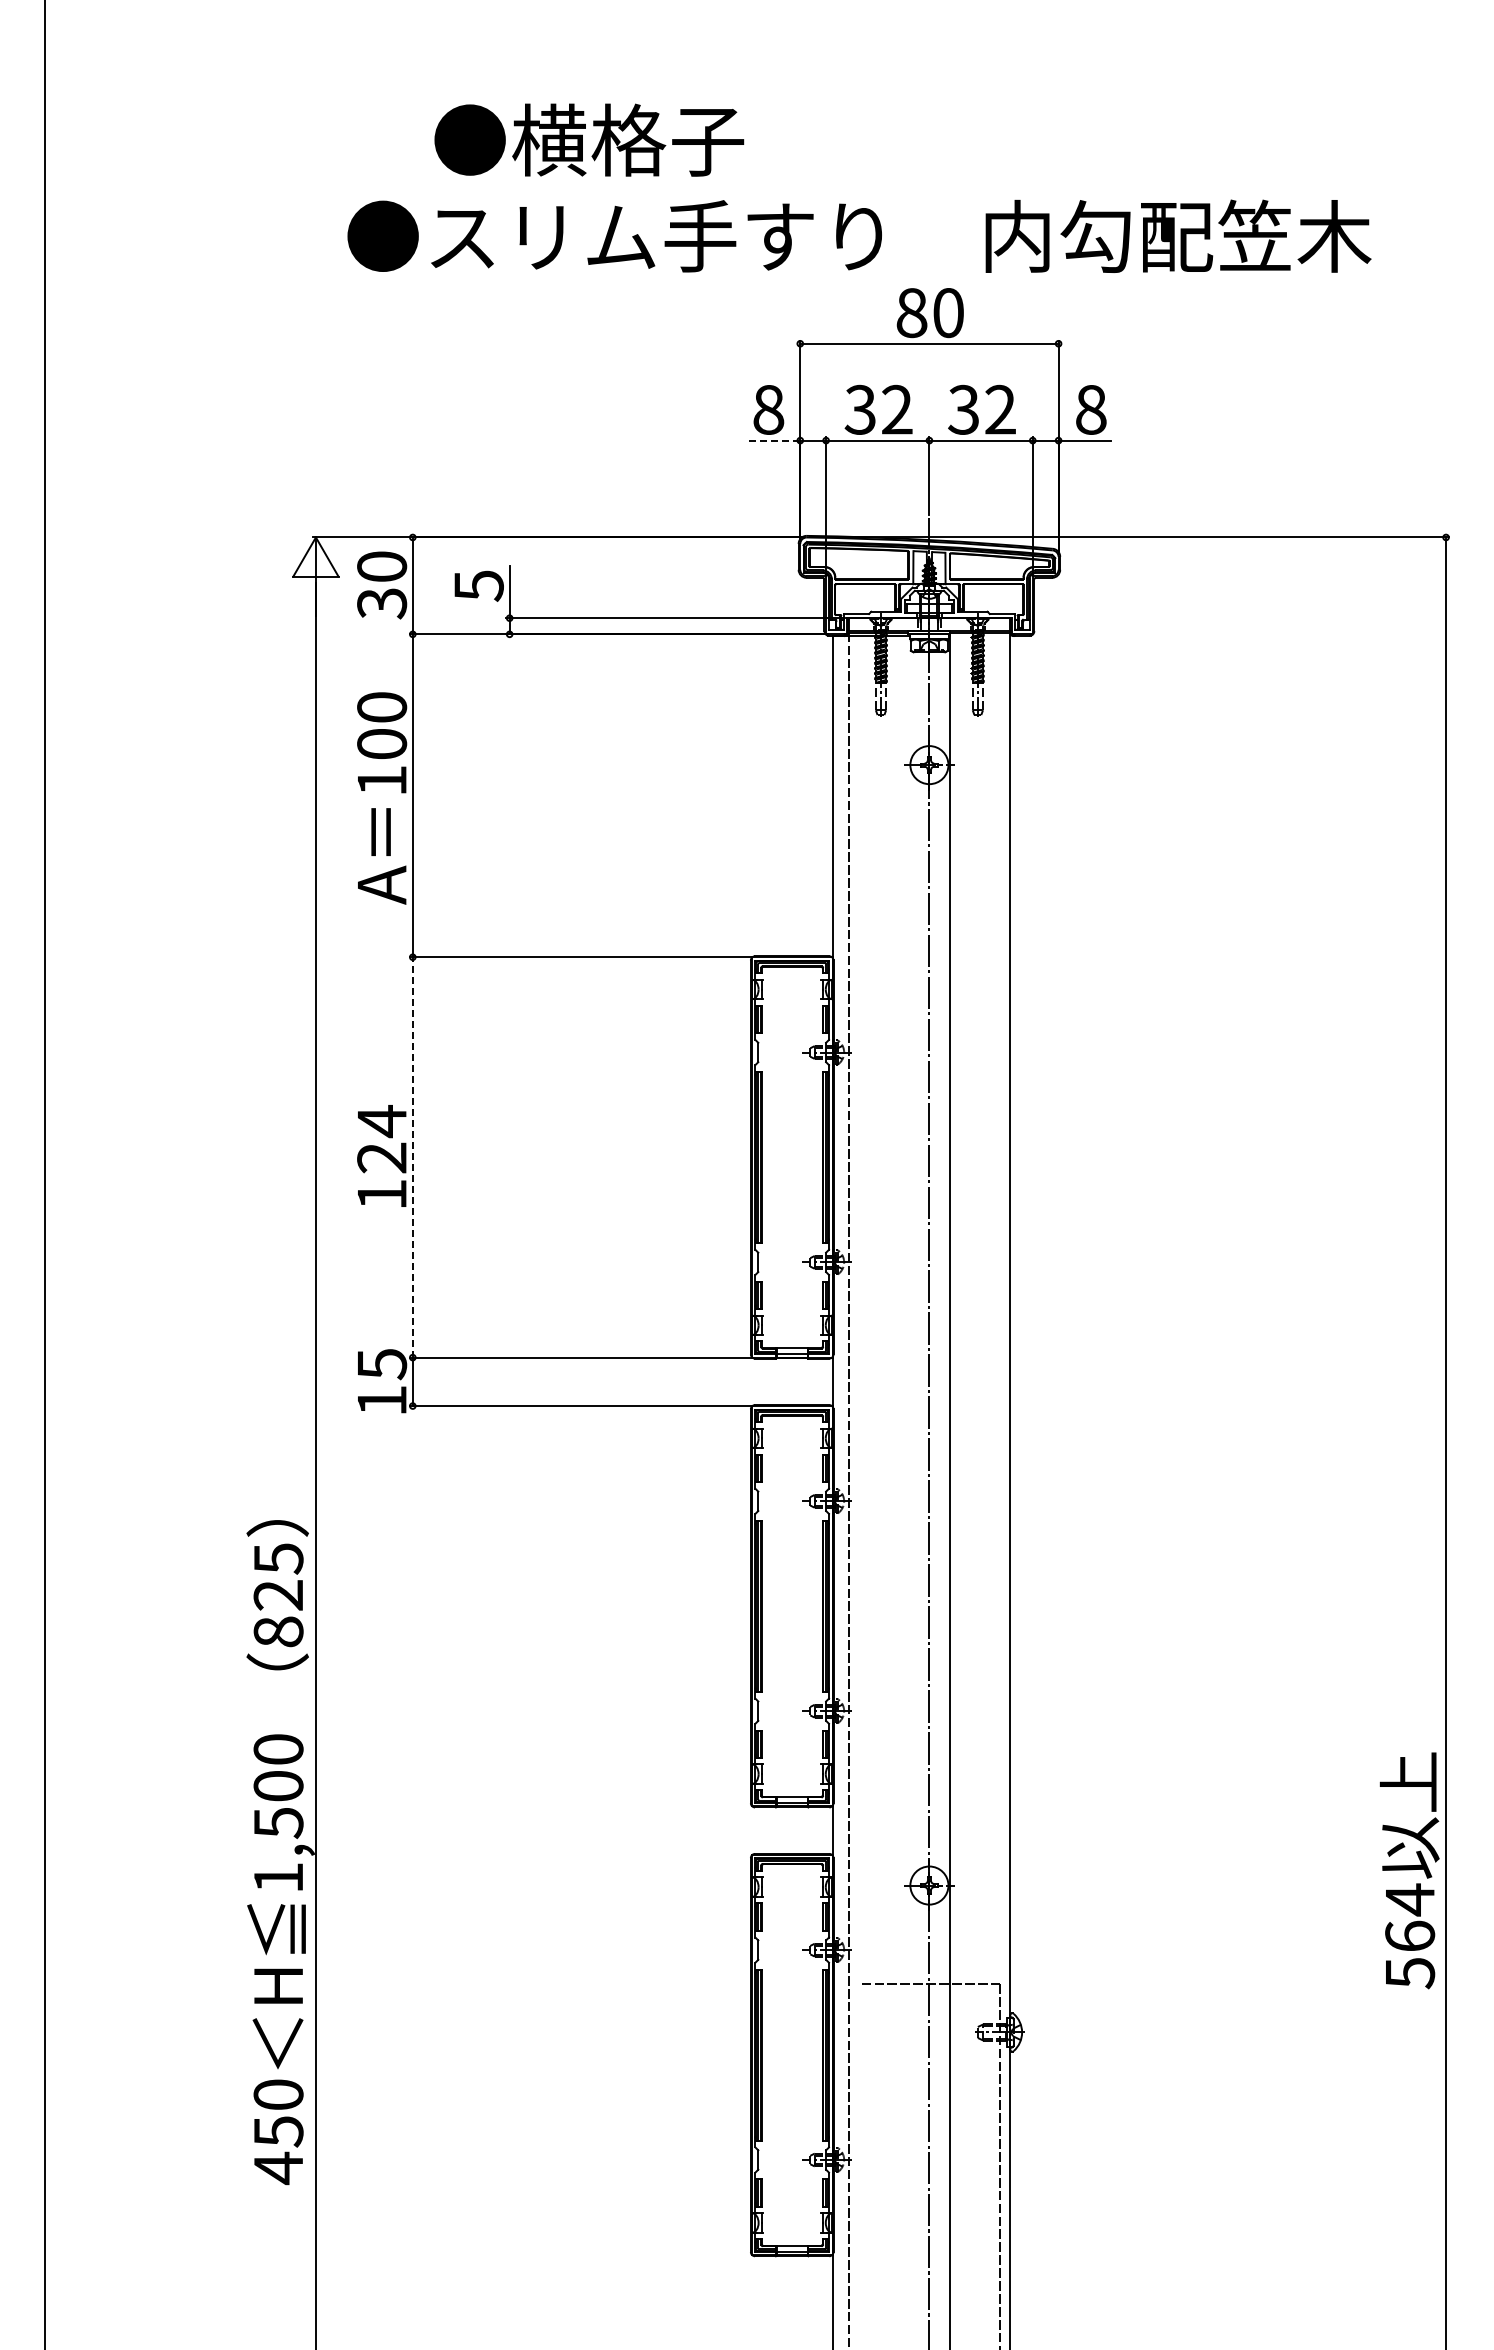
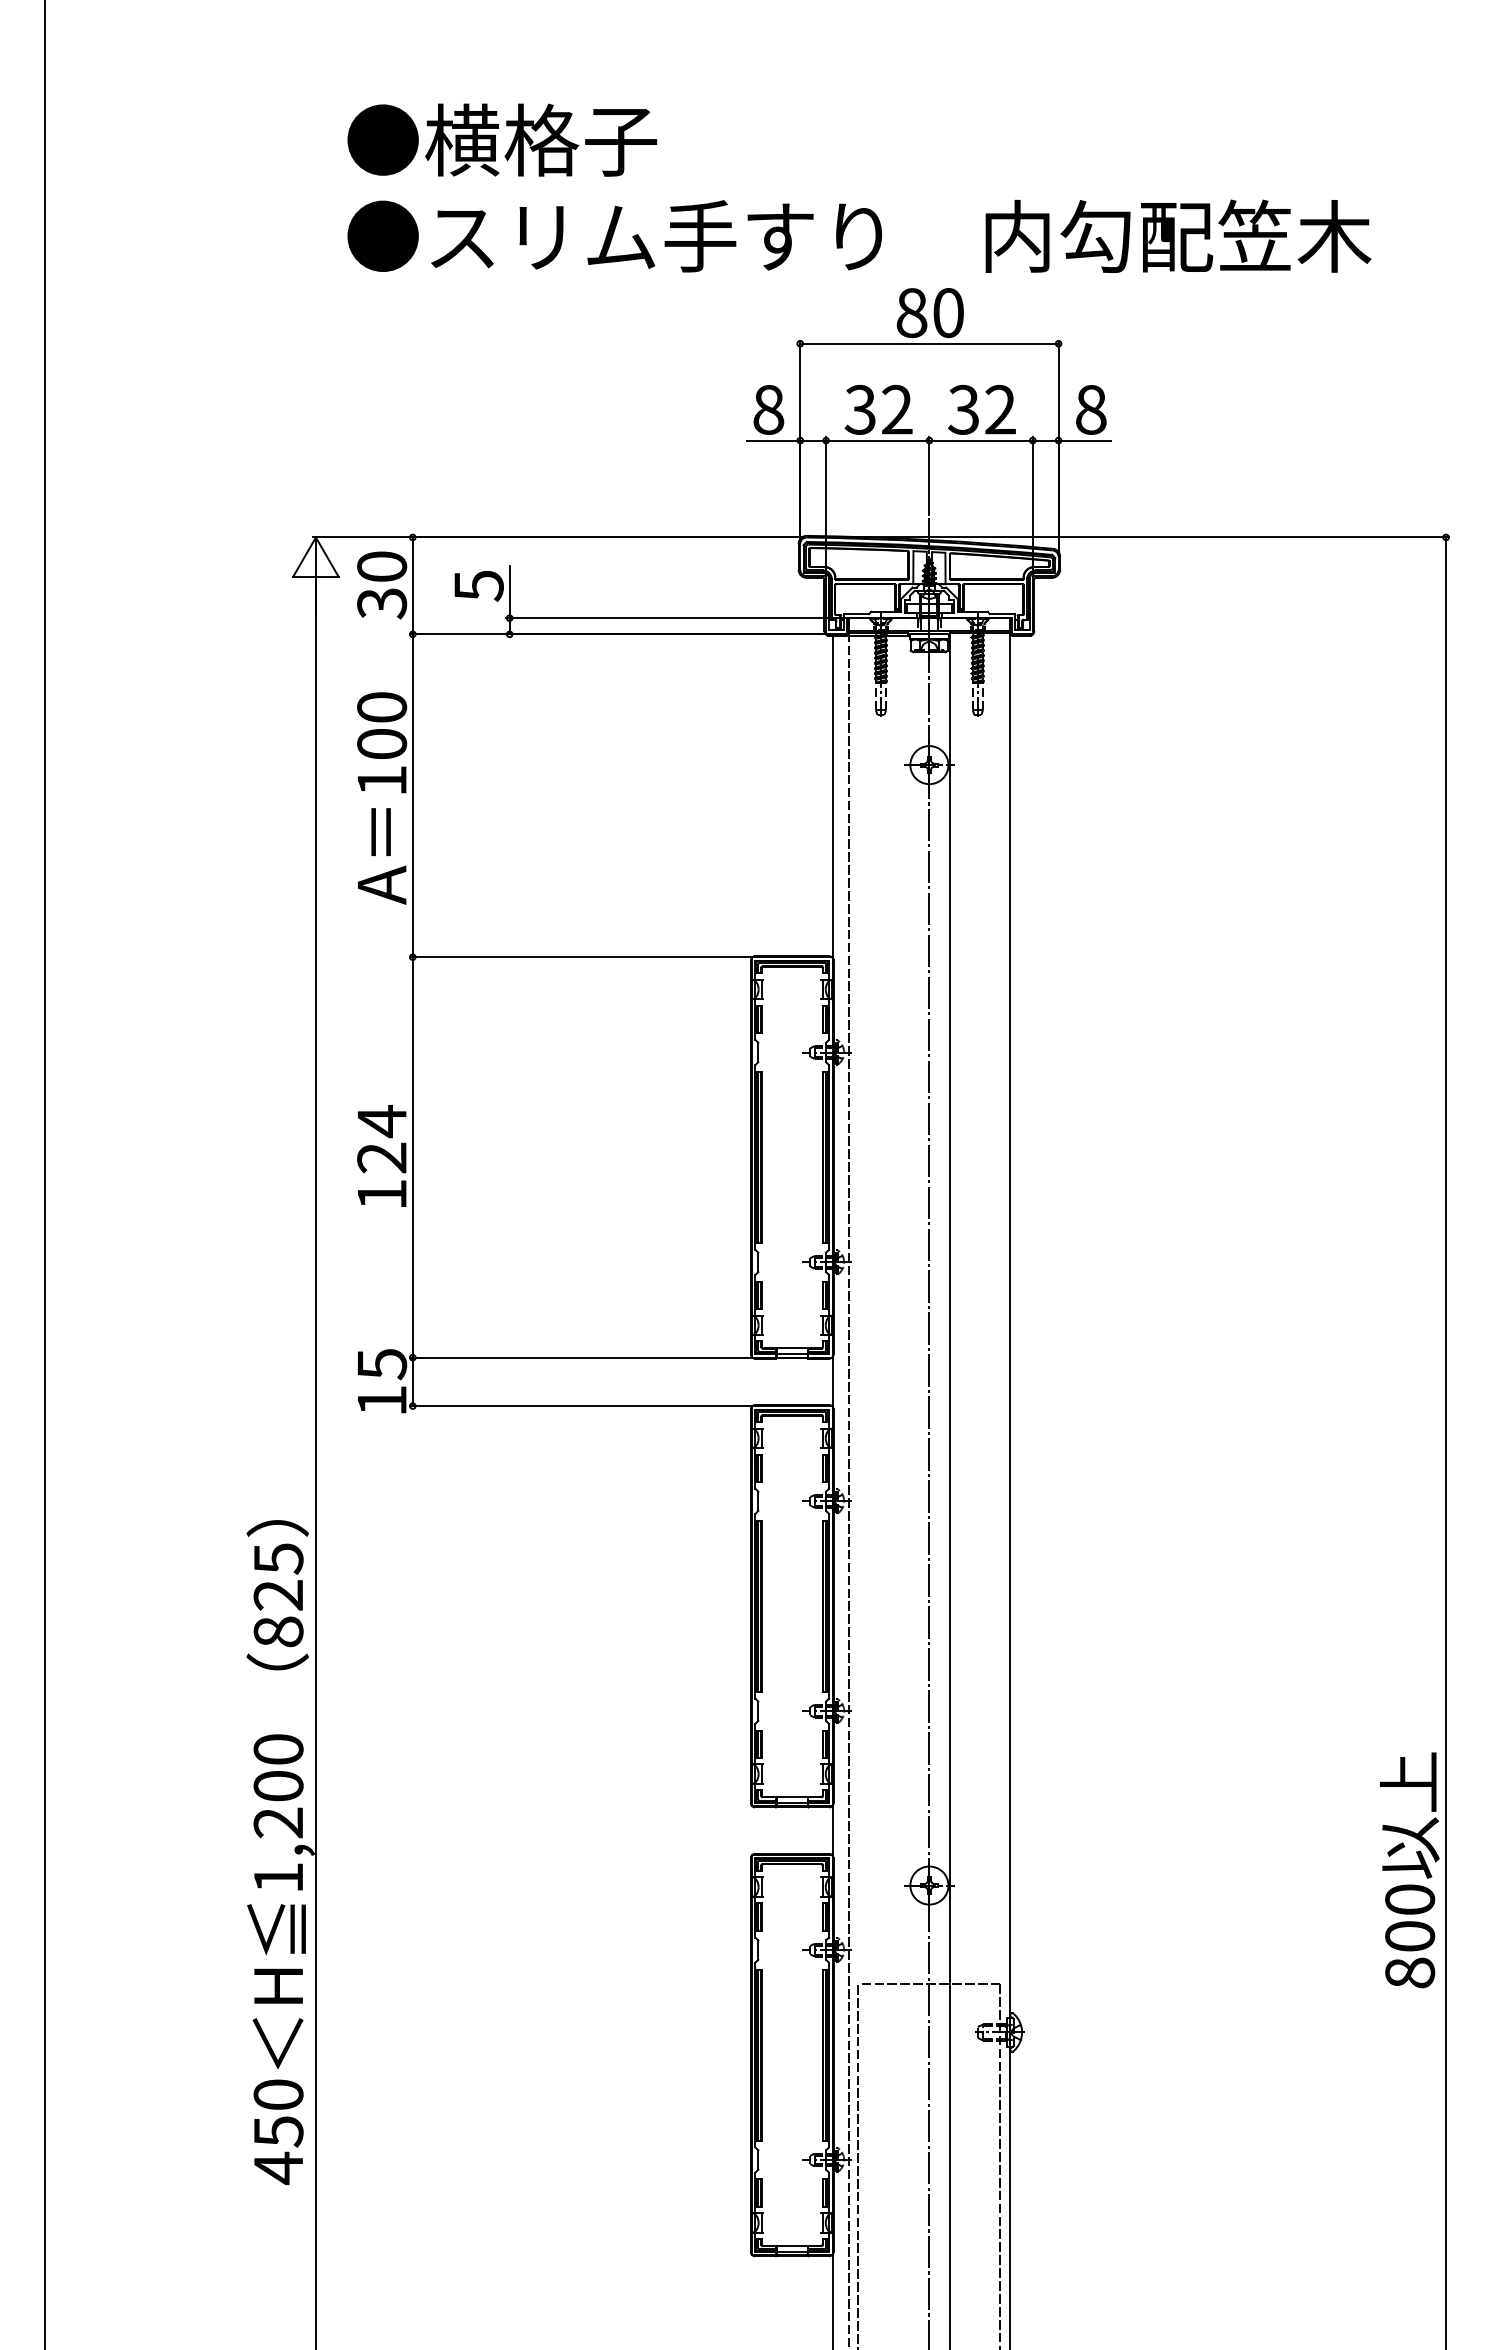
text at (589, 139) position: (589, 139) -> (502, 139)
line at (773, 440): dashed -> solid
line at (412, 1156): dashed -> solid
text at (278, 1823): 1,500 -> 1,200
text at (1410, 1936): 564 -> 800
line at (858, 2165): none -> present
